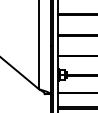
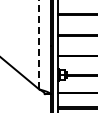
line at (39, 44): solid -> dashed
